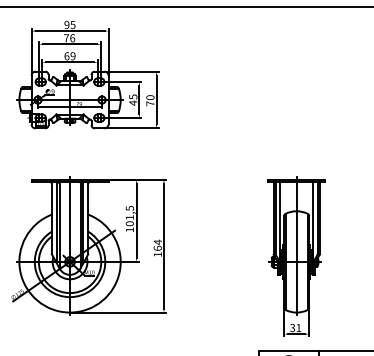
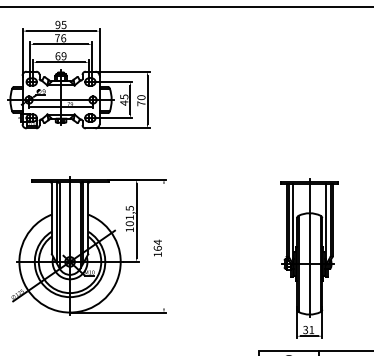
part at (87, 74) position: (87, 74) -> (78, 74)
line at (163, 245): present -> none
part at (296, 256) position: (296, 256) -> (309, 258)
